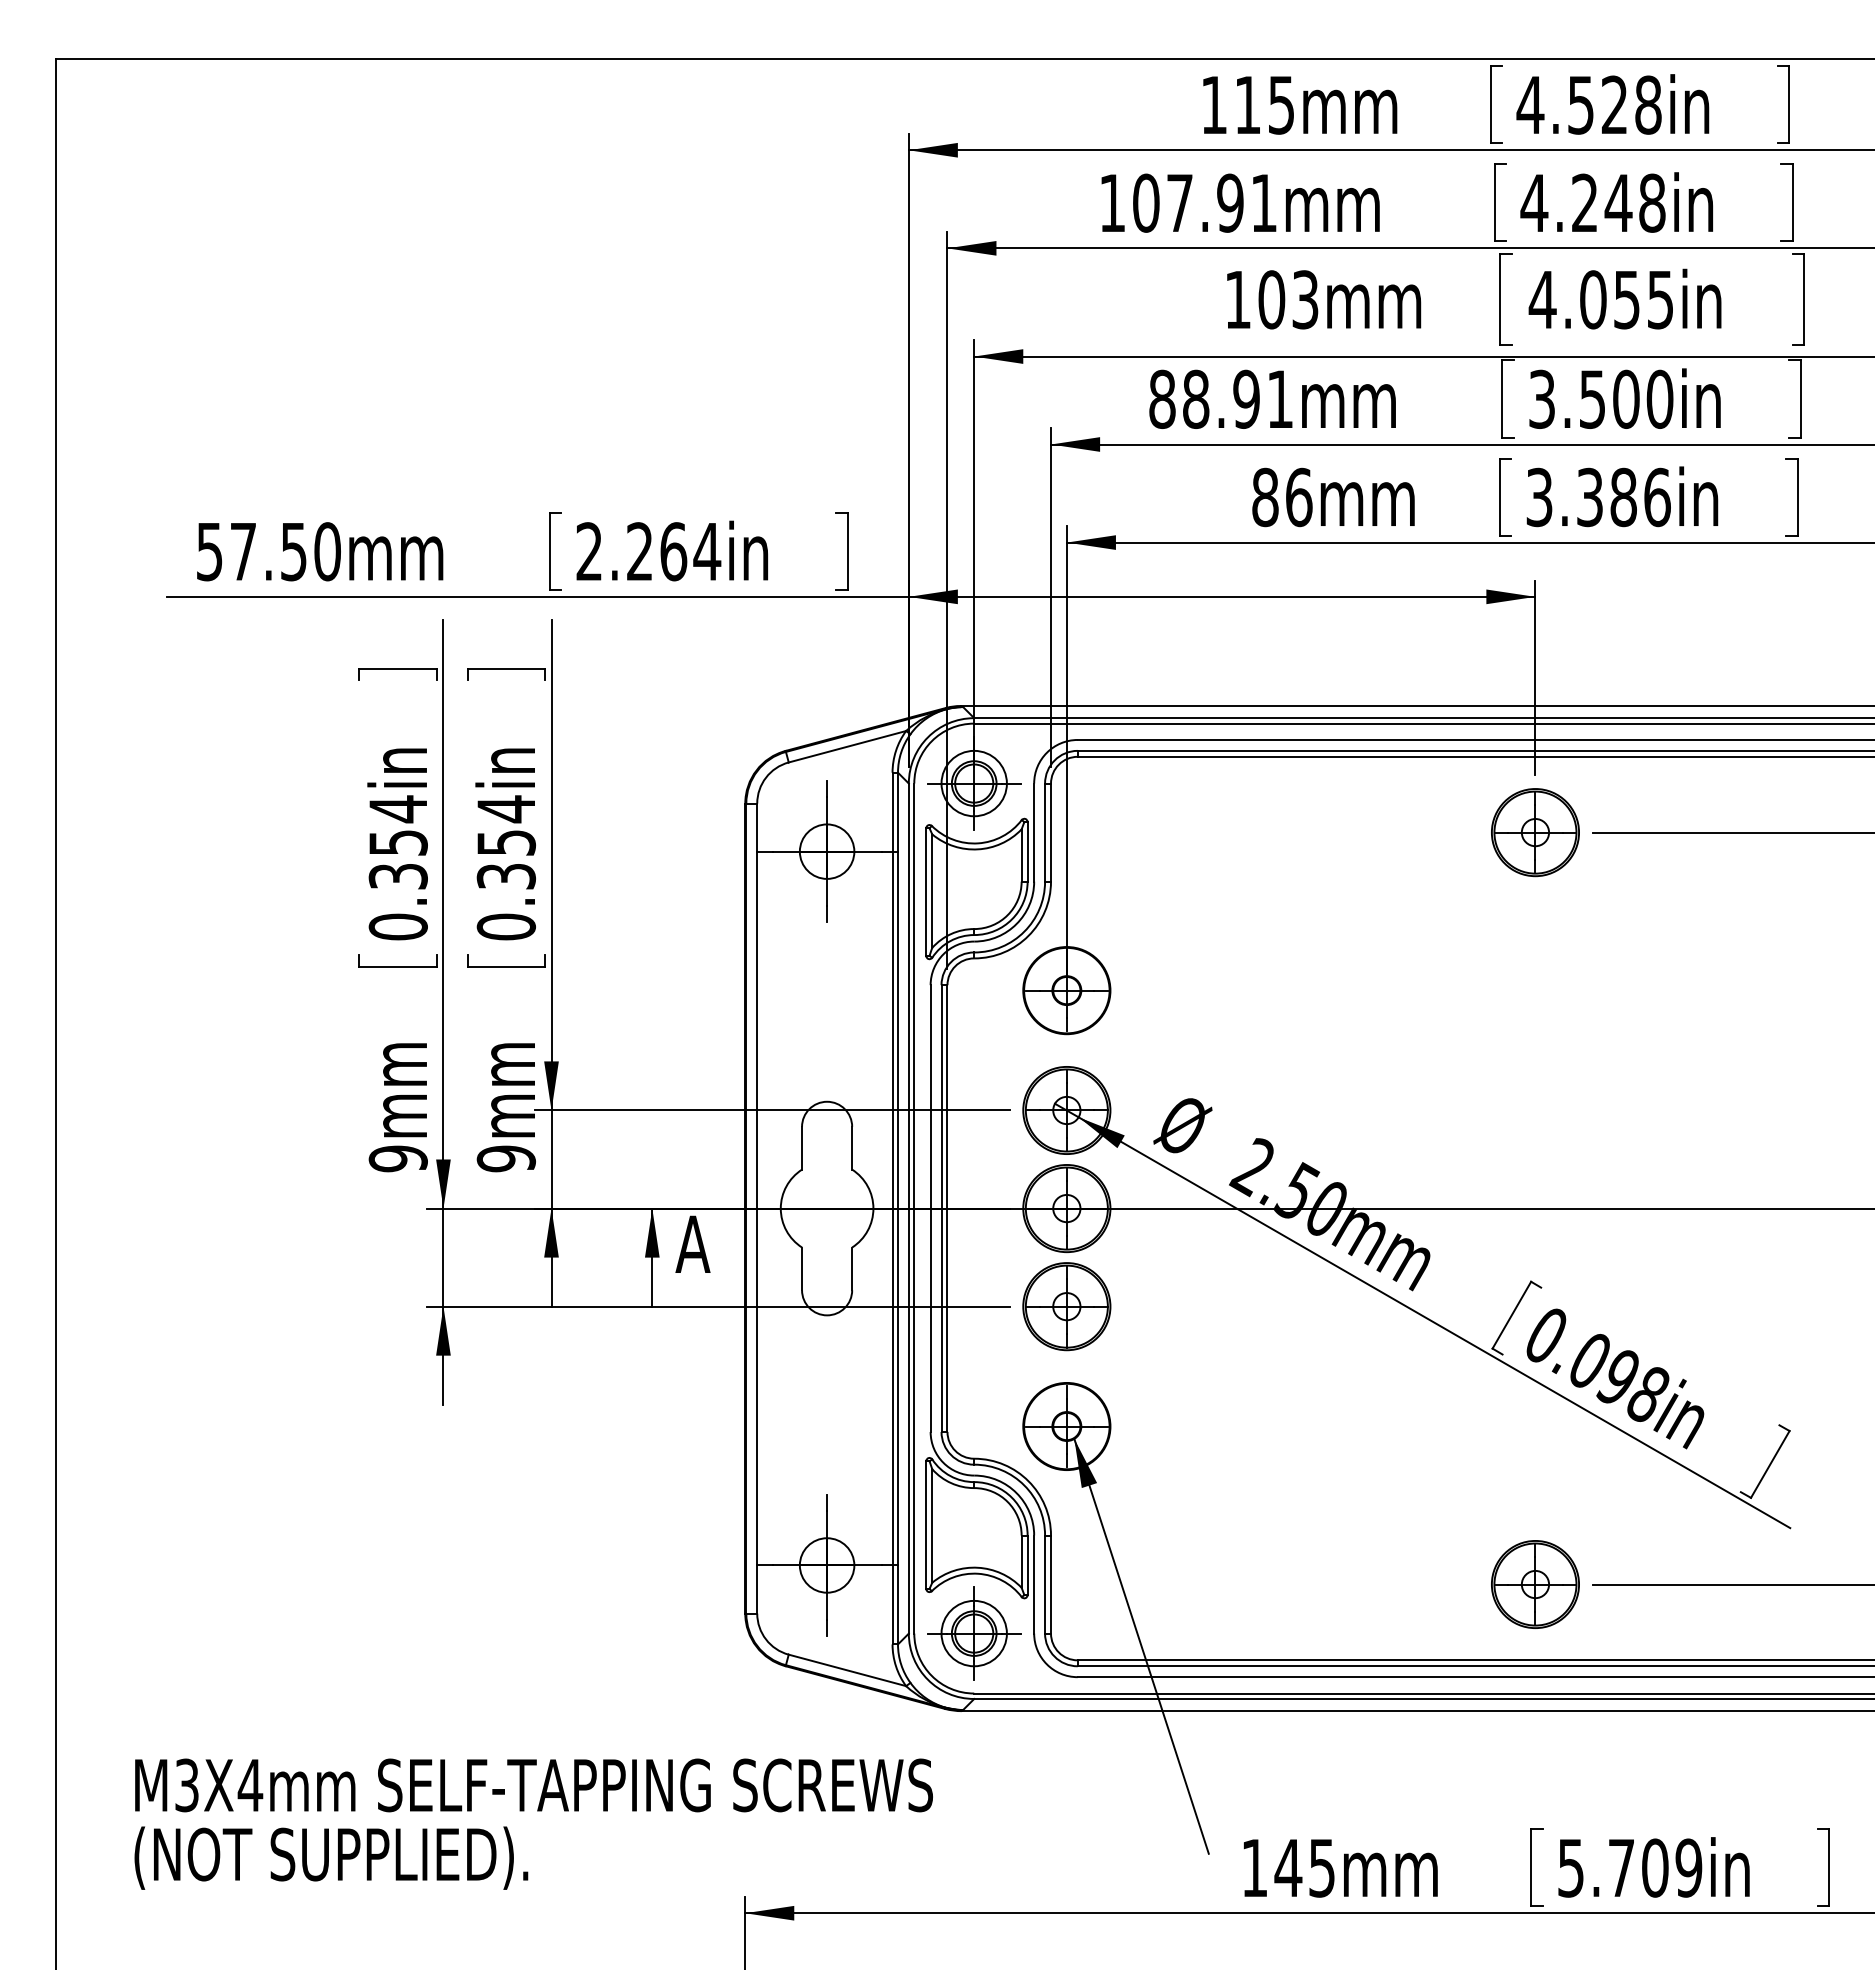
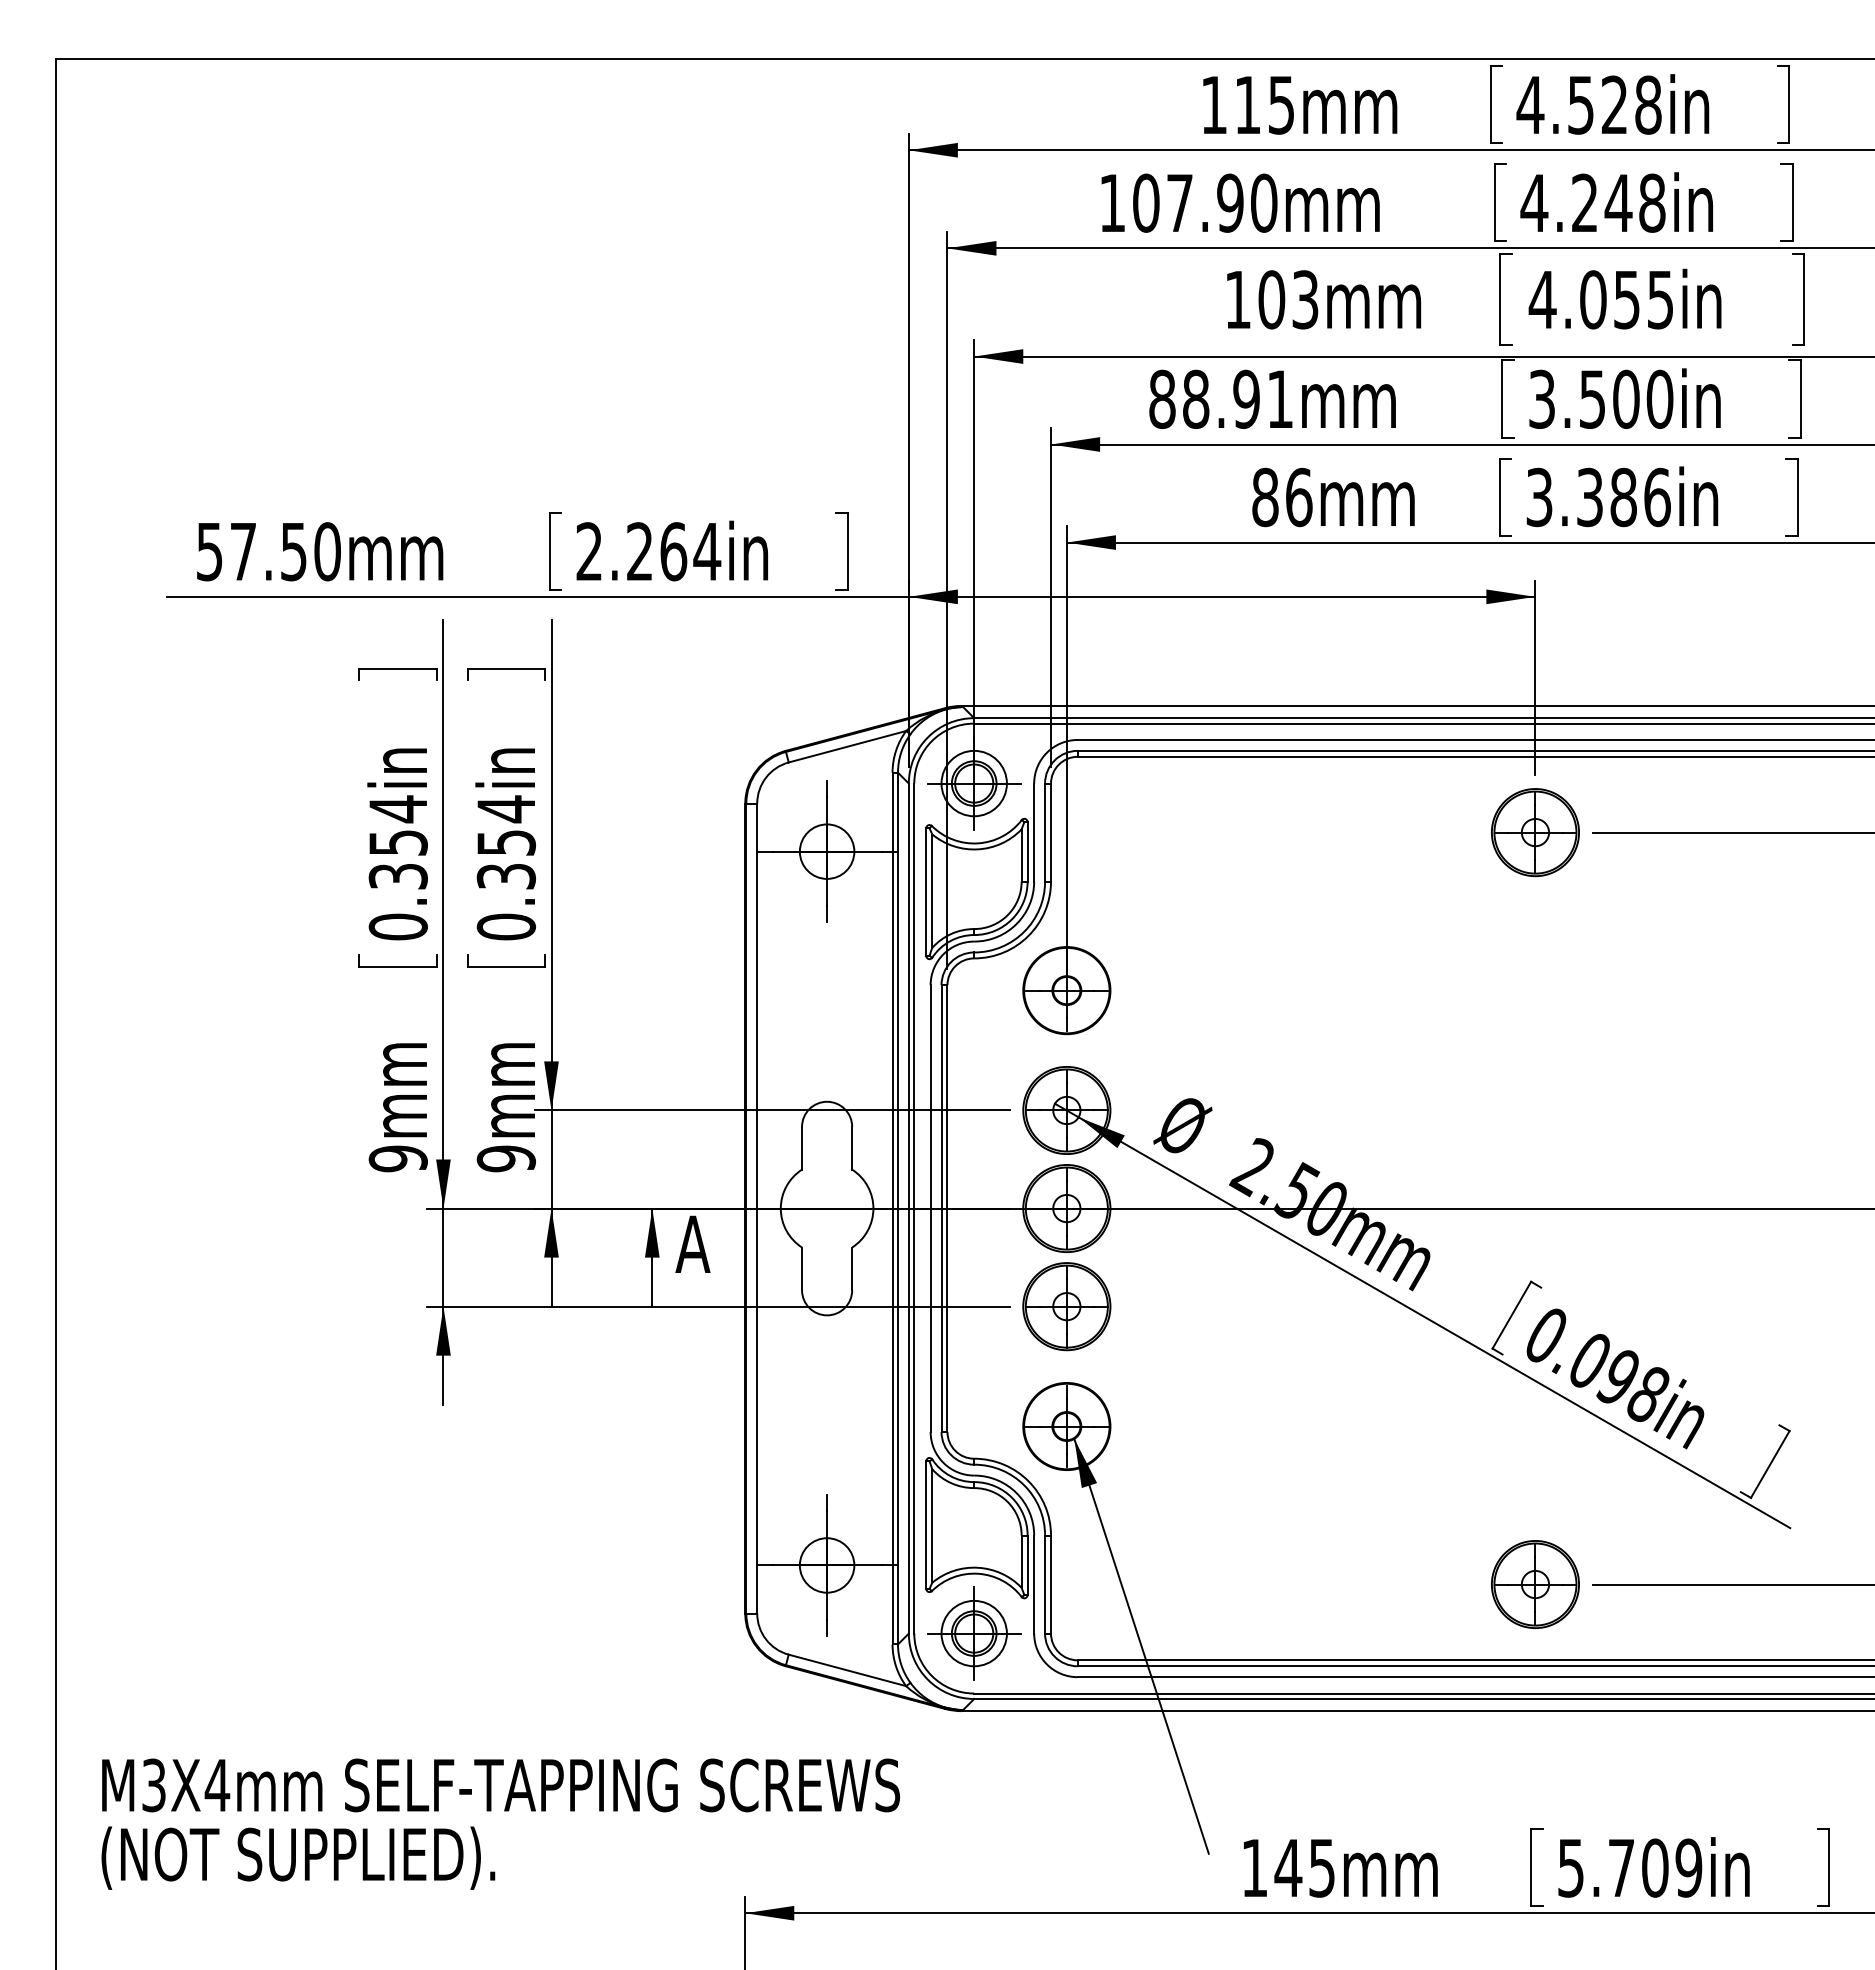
text at (1264, 202): 107.91mm -> 107.90mm
text at (533, 1823) position: (533, 1823) -> (500, 1823)
